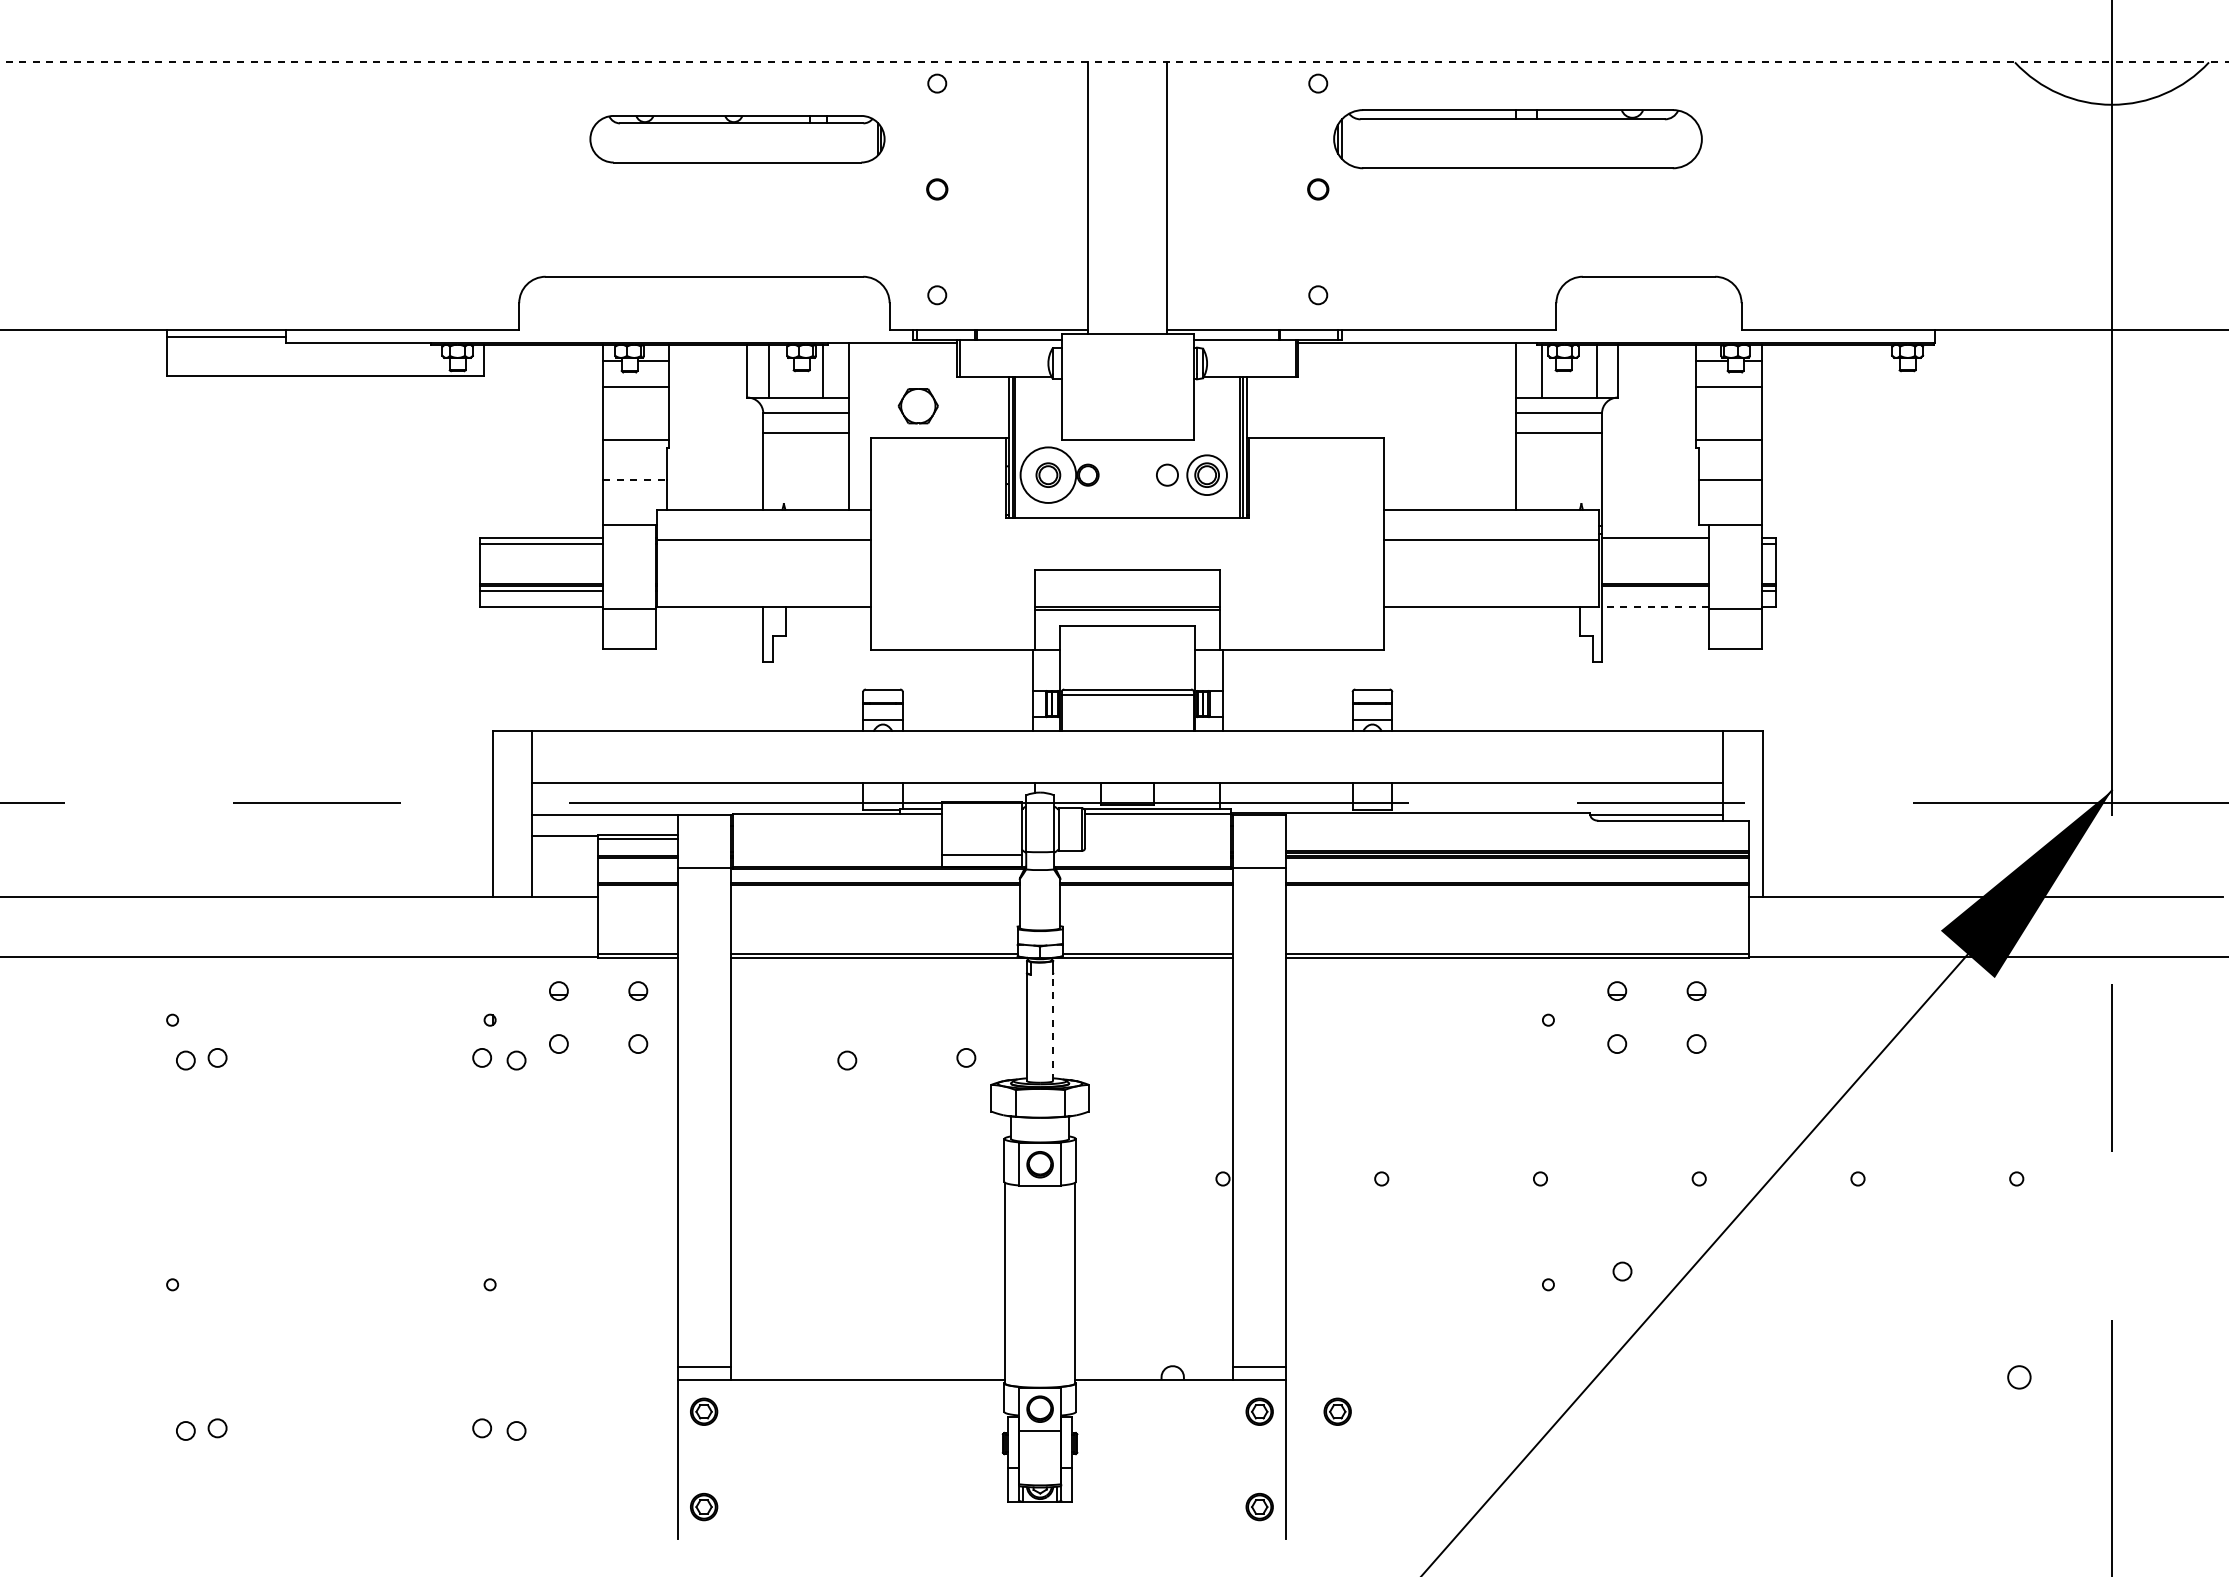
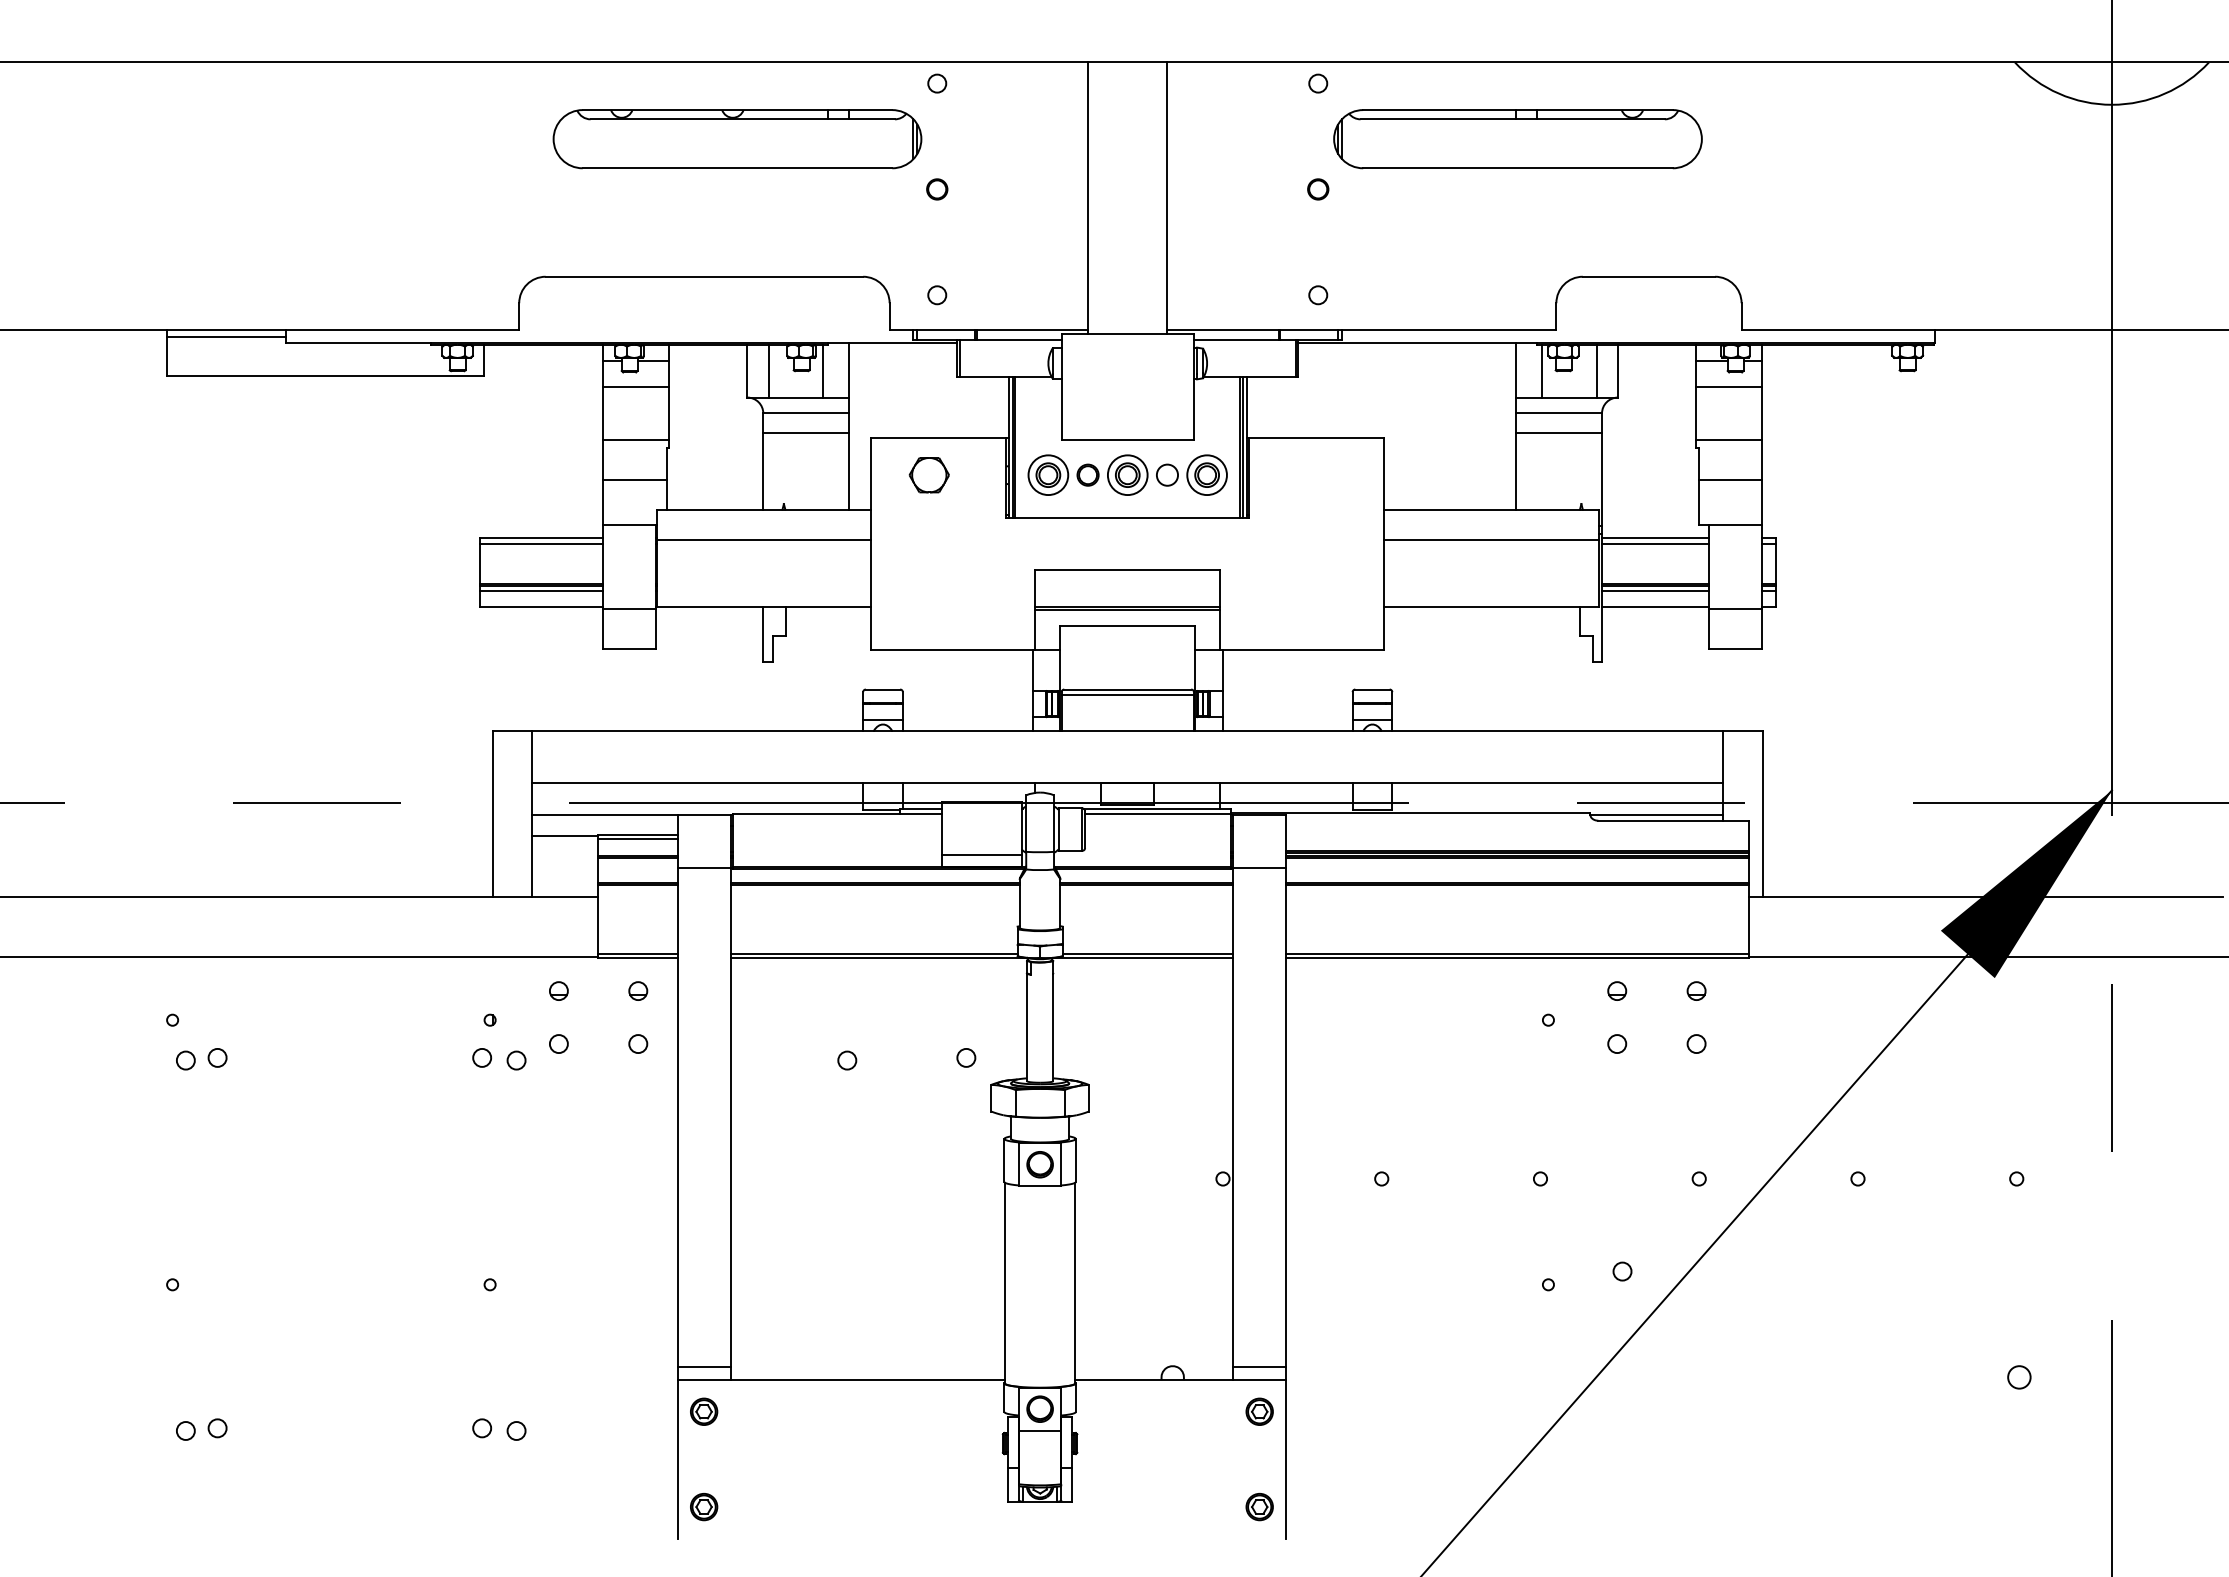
line at (1114, 62): dashed -> solid
part at (737, 139) size: 297x49 px -> 371x61 px
part at (917, 406) position: (917, 406) -> (928, 475)
circle at (1048, 474) diameter: 56 px -> 40 px
part at (1127, 474): none -> present
line at (634, 479): dashed -> solid
line at (1655, 544): none -> present
line at (1655, 590): none -> present
line at (1655, 606): dashed -> solid
line at (1053, 1027): dashed -> solid
part at (1337, 1411): present -> none
